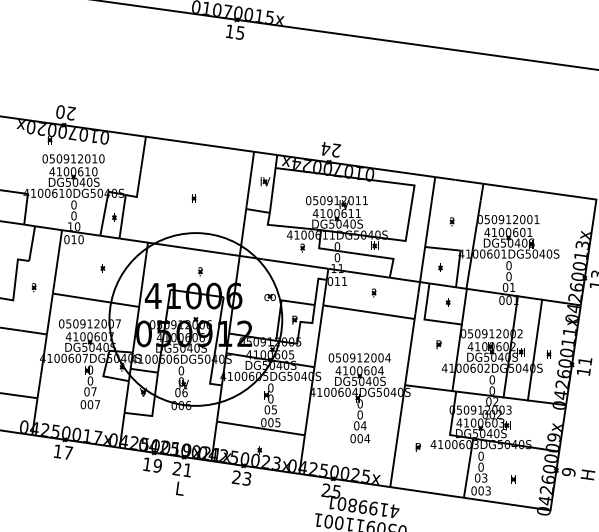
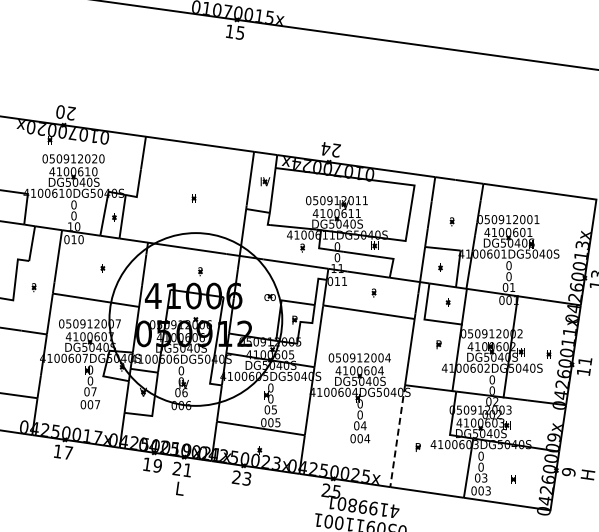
text at (94, 158): 050912010 -> 050912020
line at (534, 349): present -> none
line at (397, 436): solid -> dashed
